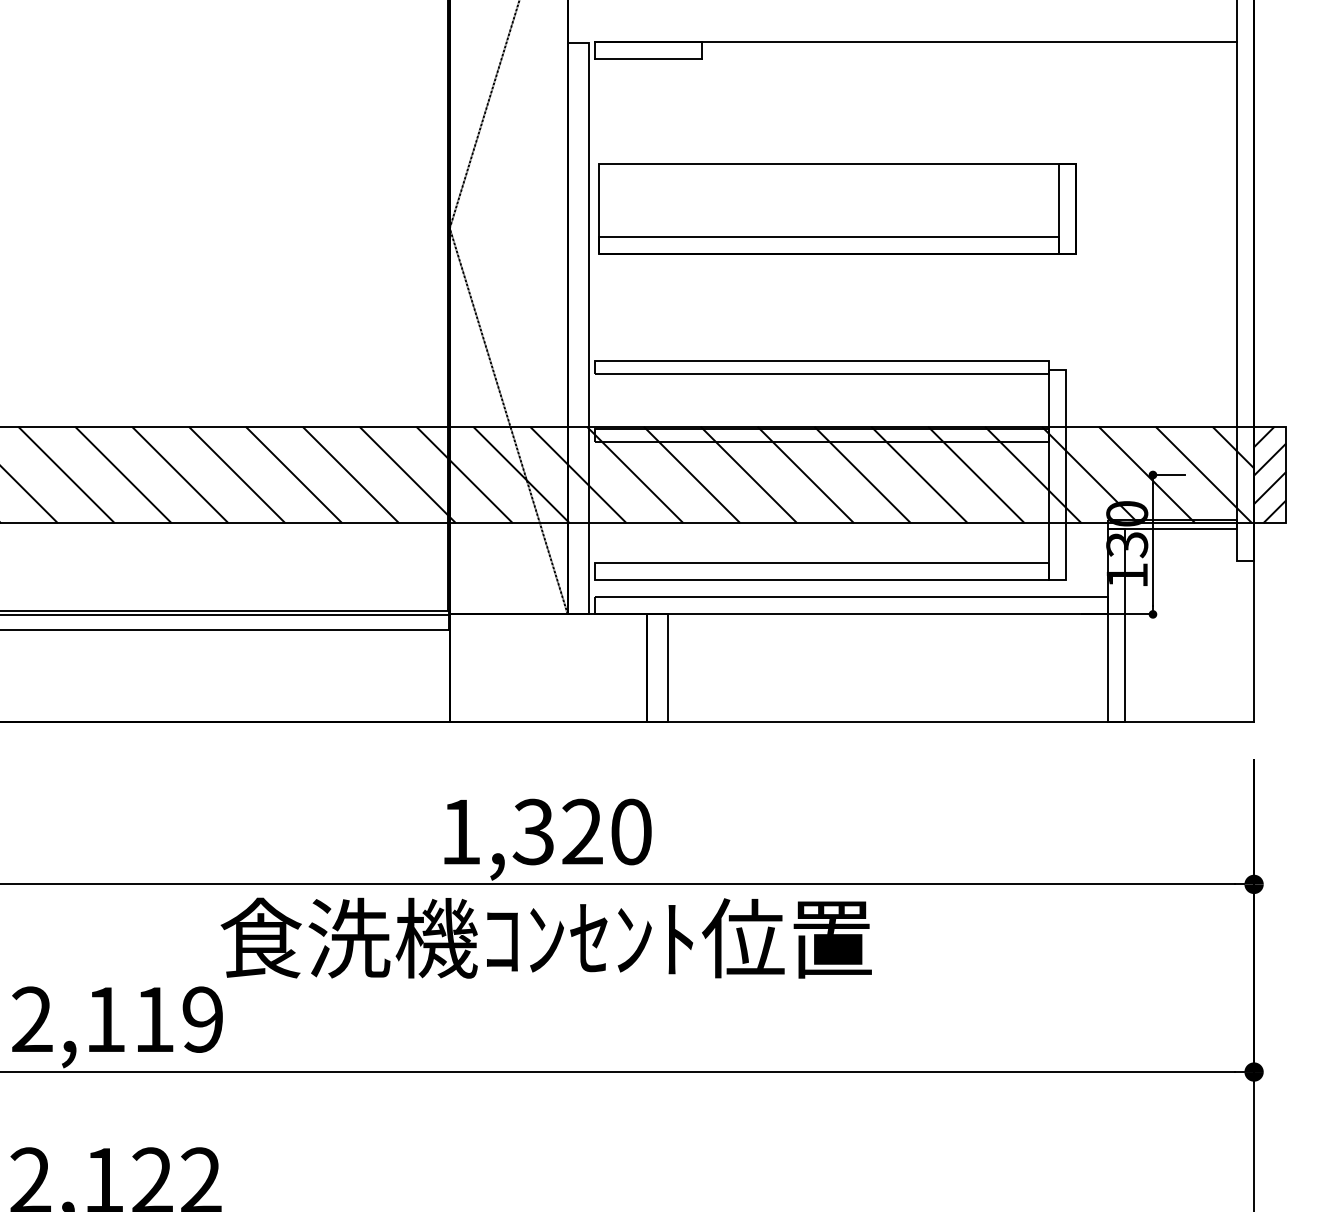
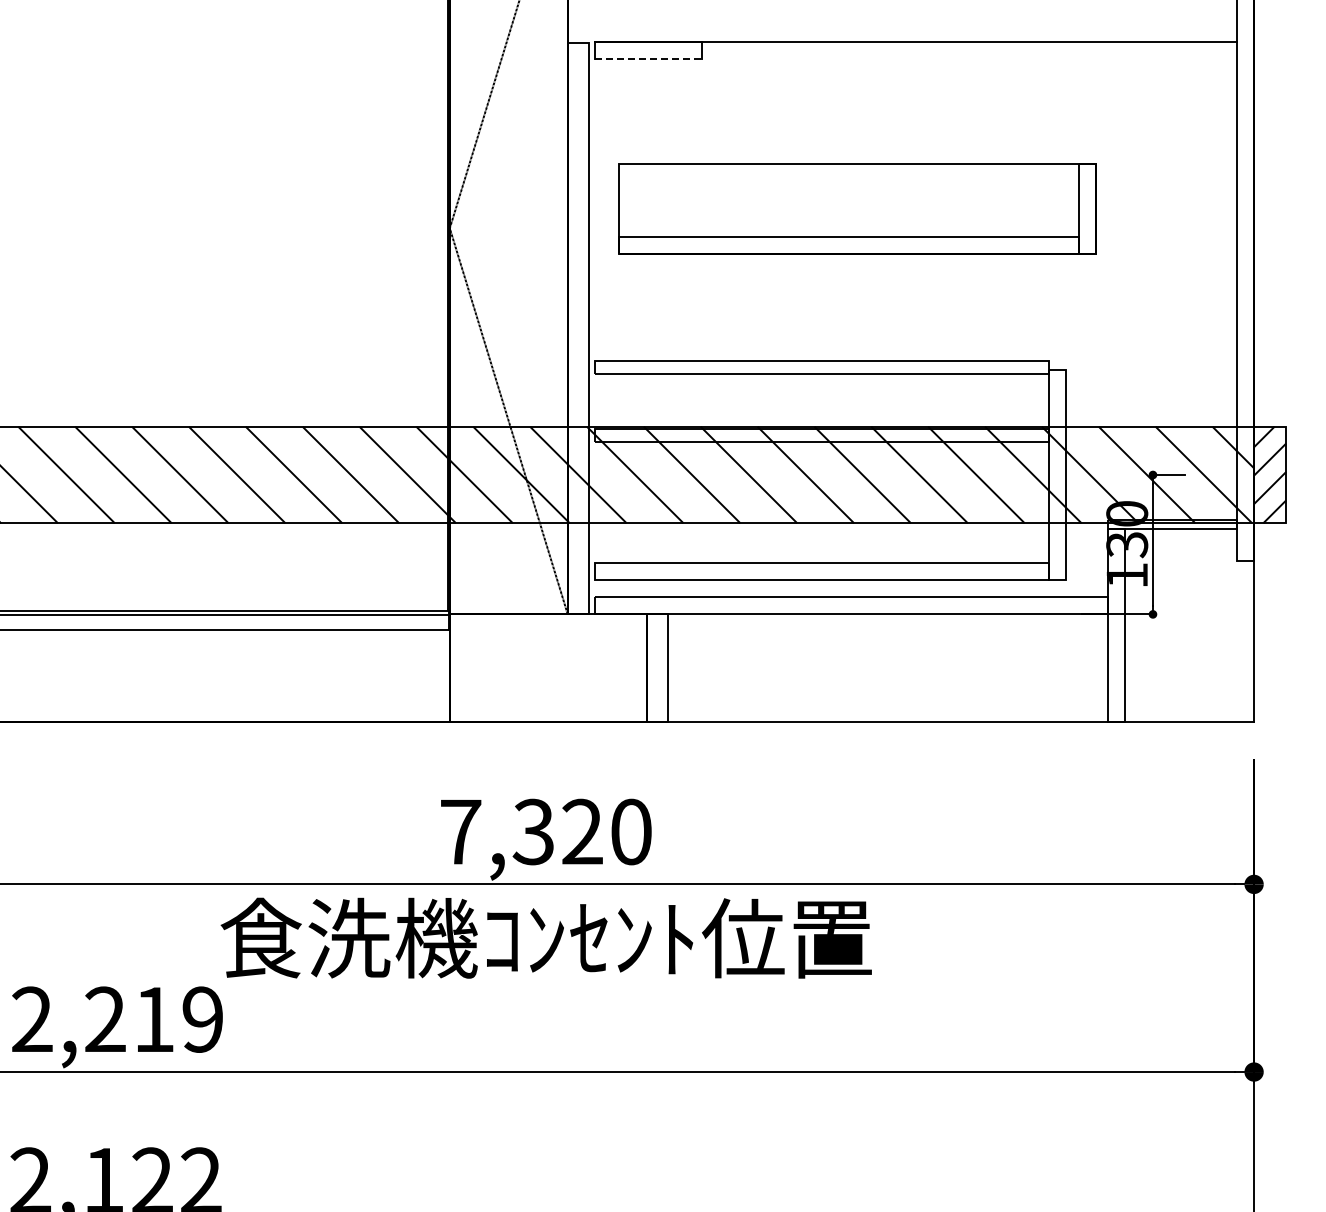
line at (648, 58): solid -> dashed
part at (837, 208) position: (837, 208) -> (857, 208)
text at (461, 831): 1,320 -> 7,320
text at (105, 1018): 2,119 -> 2,219
